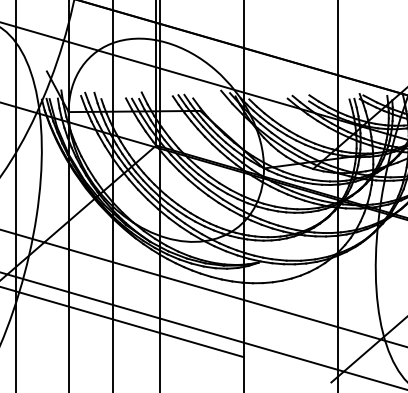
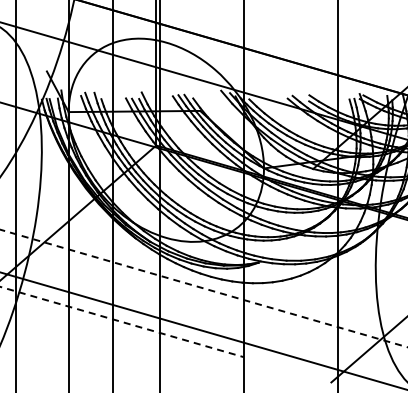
line at (204, 288): solid -> dashed
line at (122, 322): solid -> dashed
